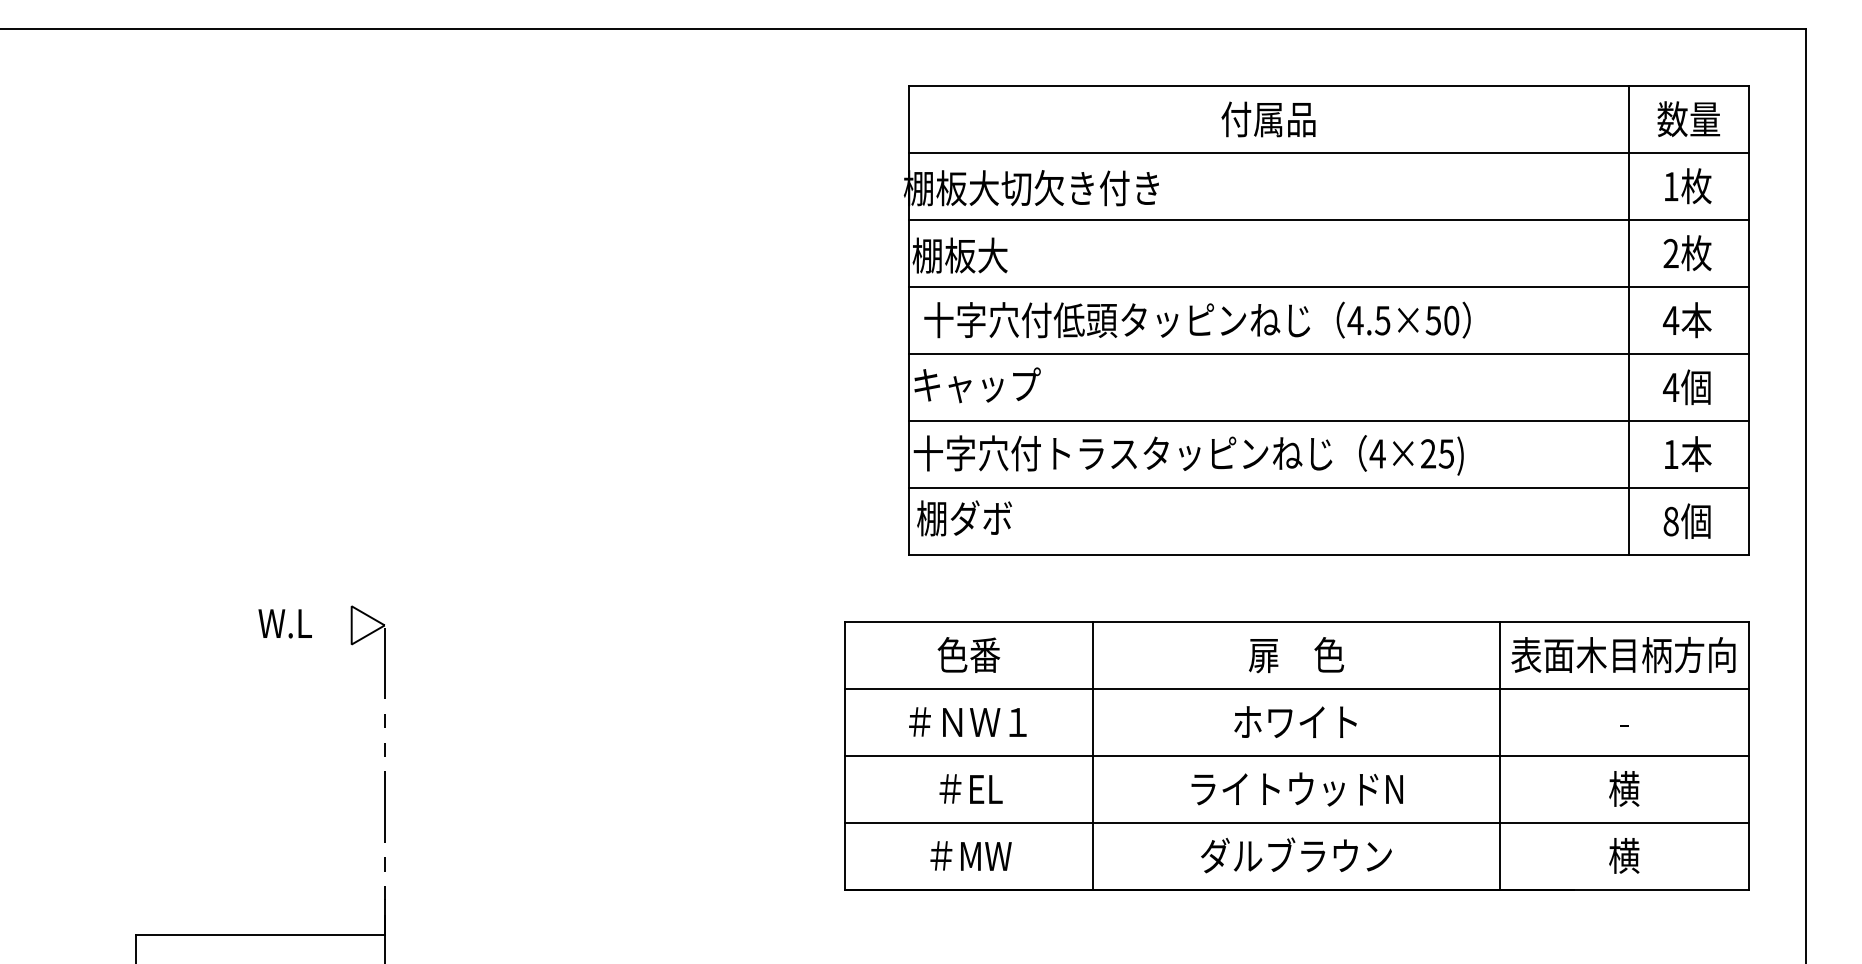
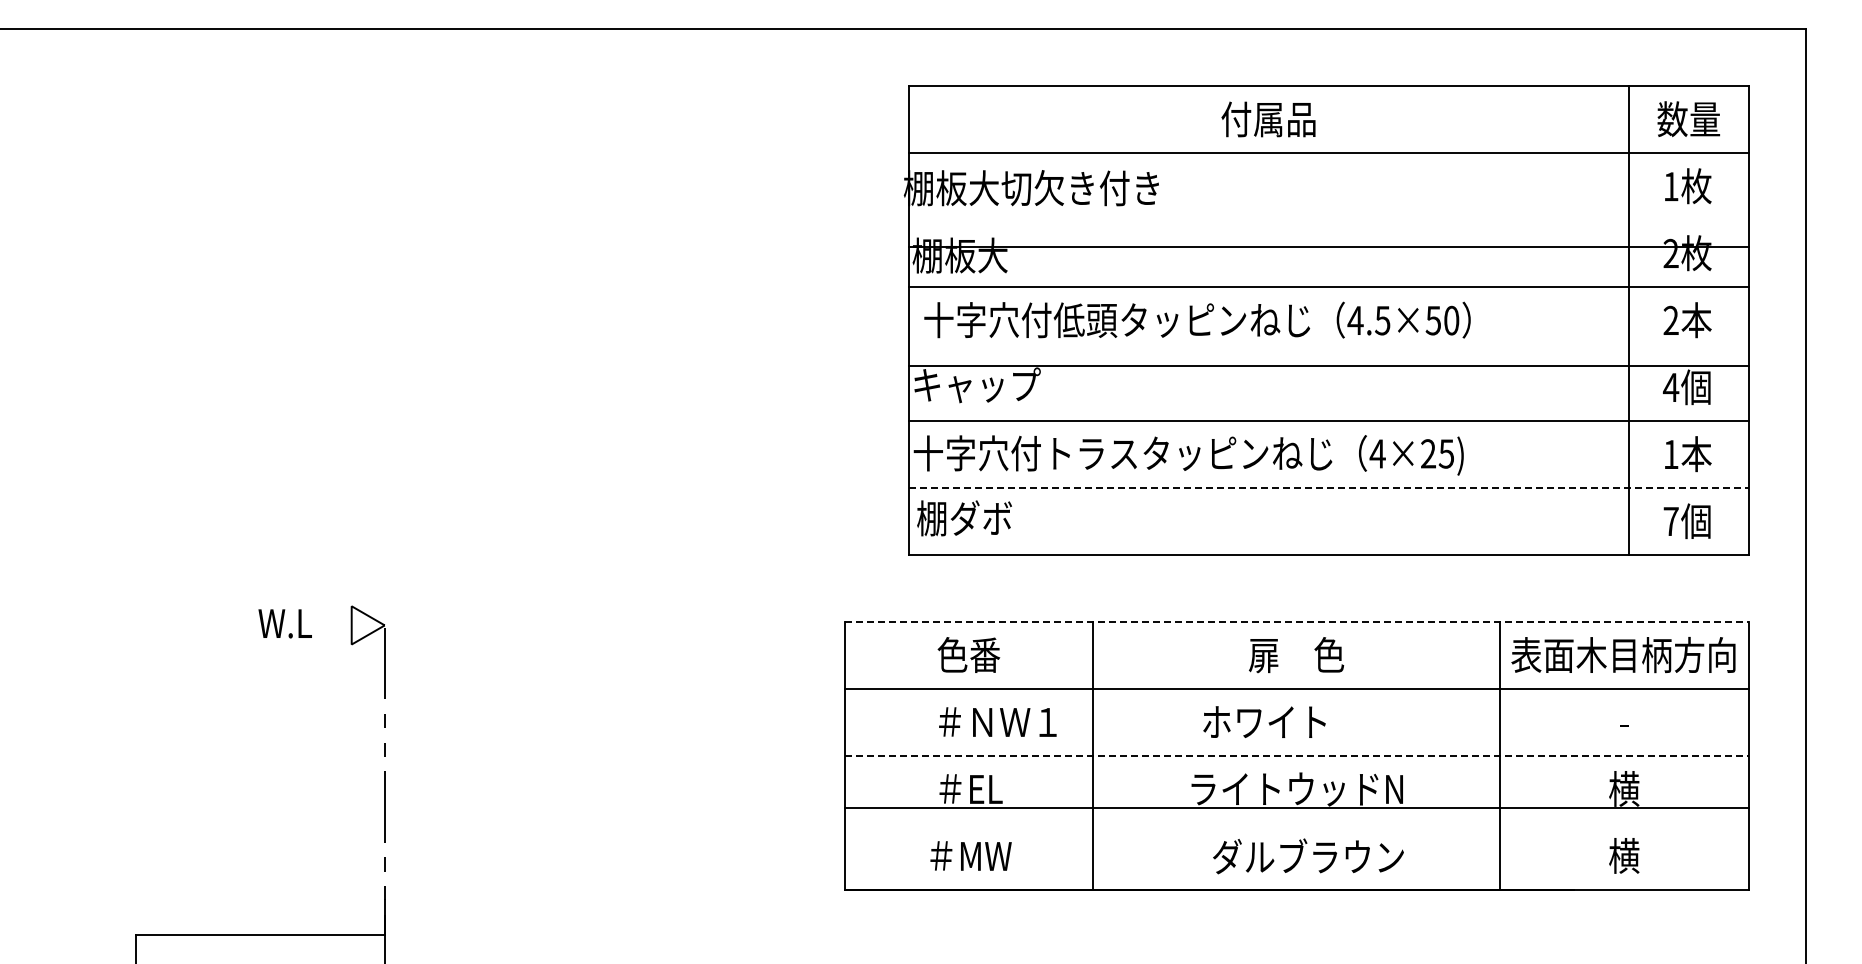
line at (1328, 220) position: (1328, 220) -> (1328, 247)
text at (1670, 319): 4 -> 2
line at (1328, 354) position: (1328, 354) -> (1328, 366)
line at (1328, 488): solid -> dashed
text at (1670, 521): 8 -> 7
line at (1297, 622): solid -> dashed
text at (967, 721) position: (967, 721) -> (997, 721)
text at (1295, 721) position: (1295, 721) -> (1264, 721)
line at (1297, 756): solid -> dashed
line at (1296, 822) position: (1296, 822) -> (1296, 807)
text at (1296, 855) position: (1296, 855) -> (1308, 856)
